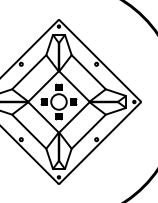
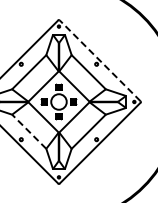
line at (99, 60): solid -> dashed
line at (28, 131): solid -> dashed
